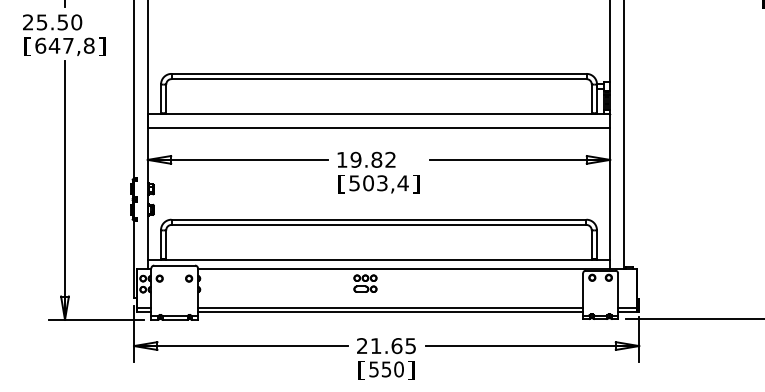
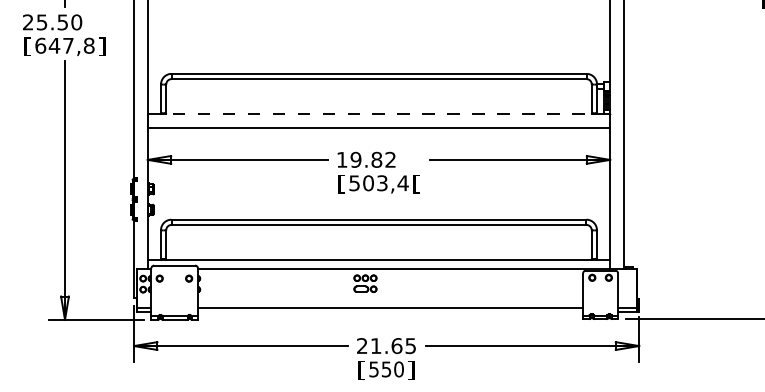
line at (379, 113): solid -> dashed
text at (416, 183): ] -> [
line at (390, 312): present -> none
